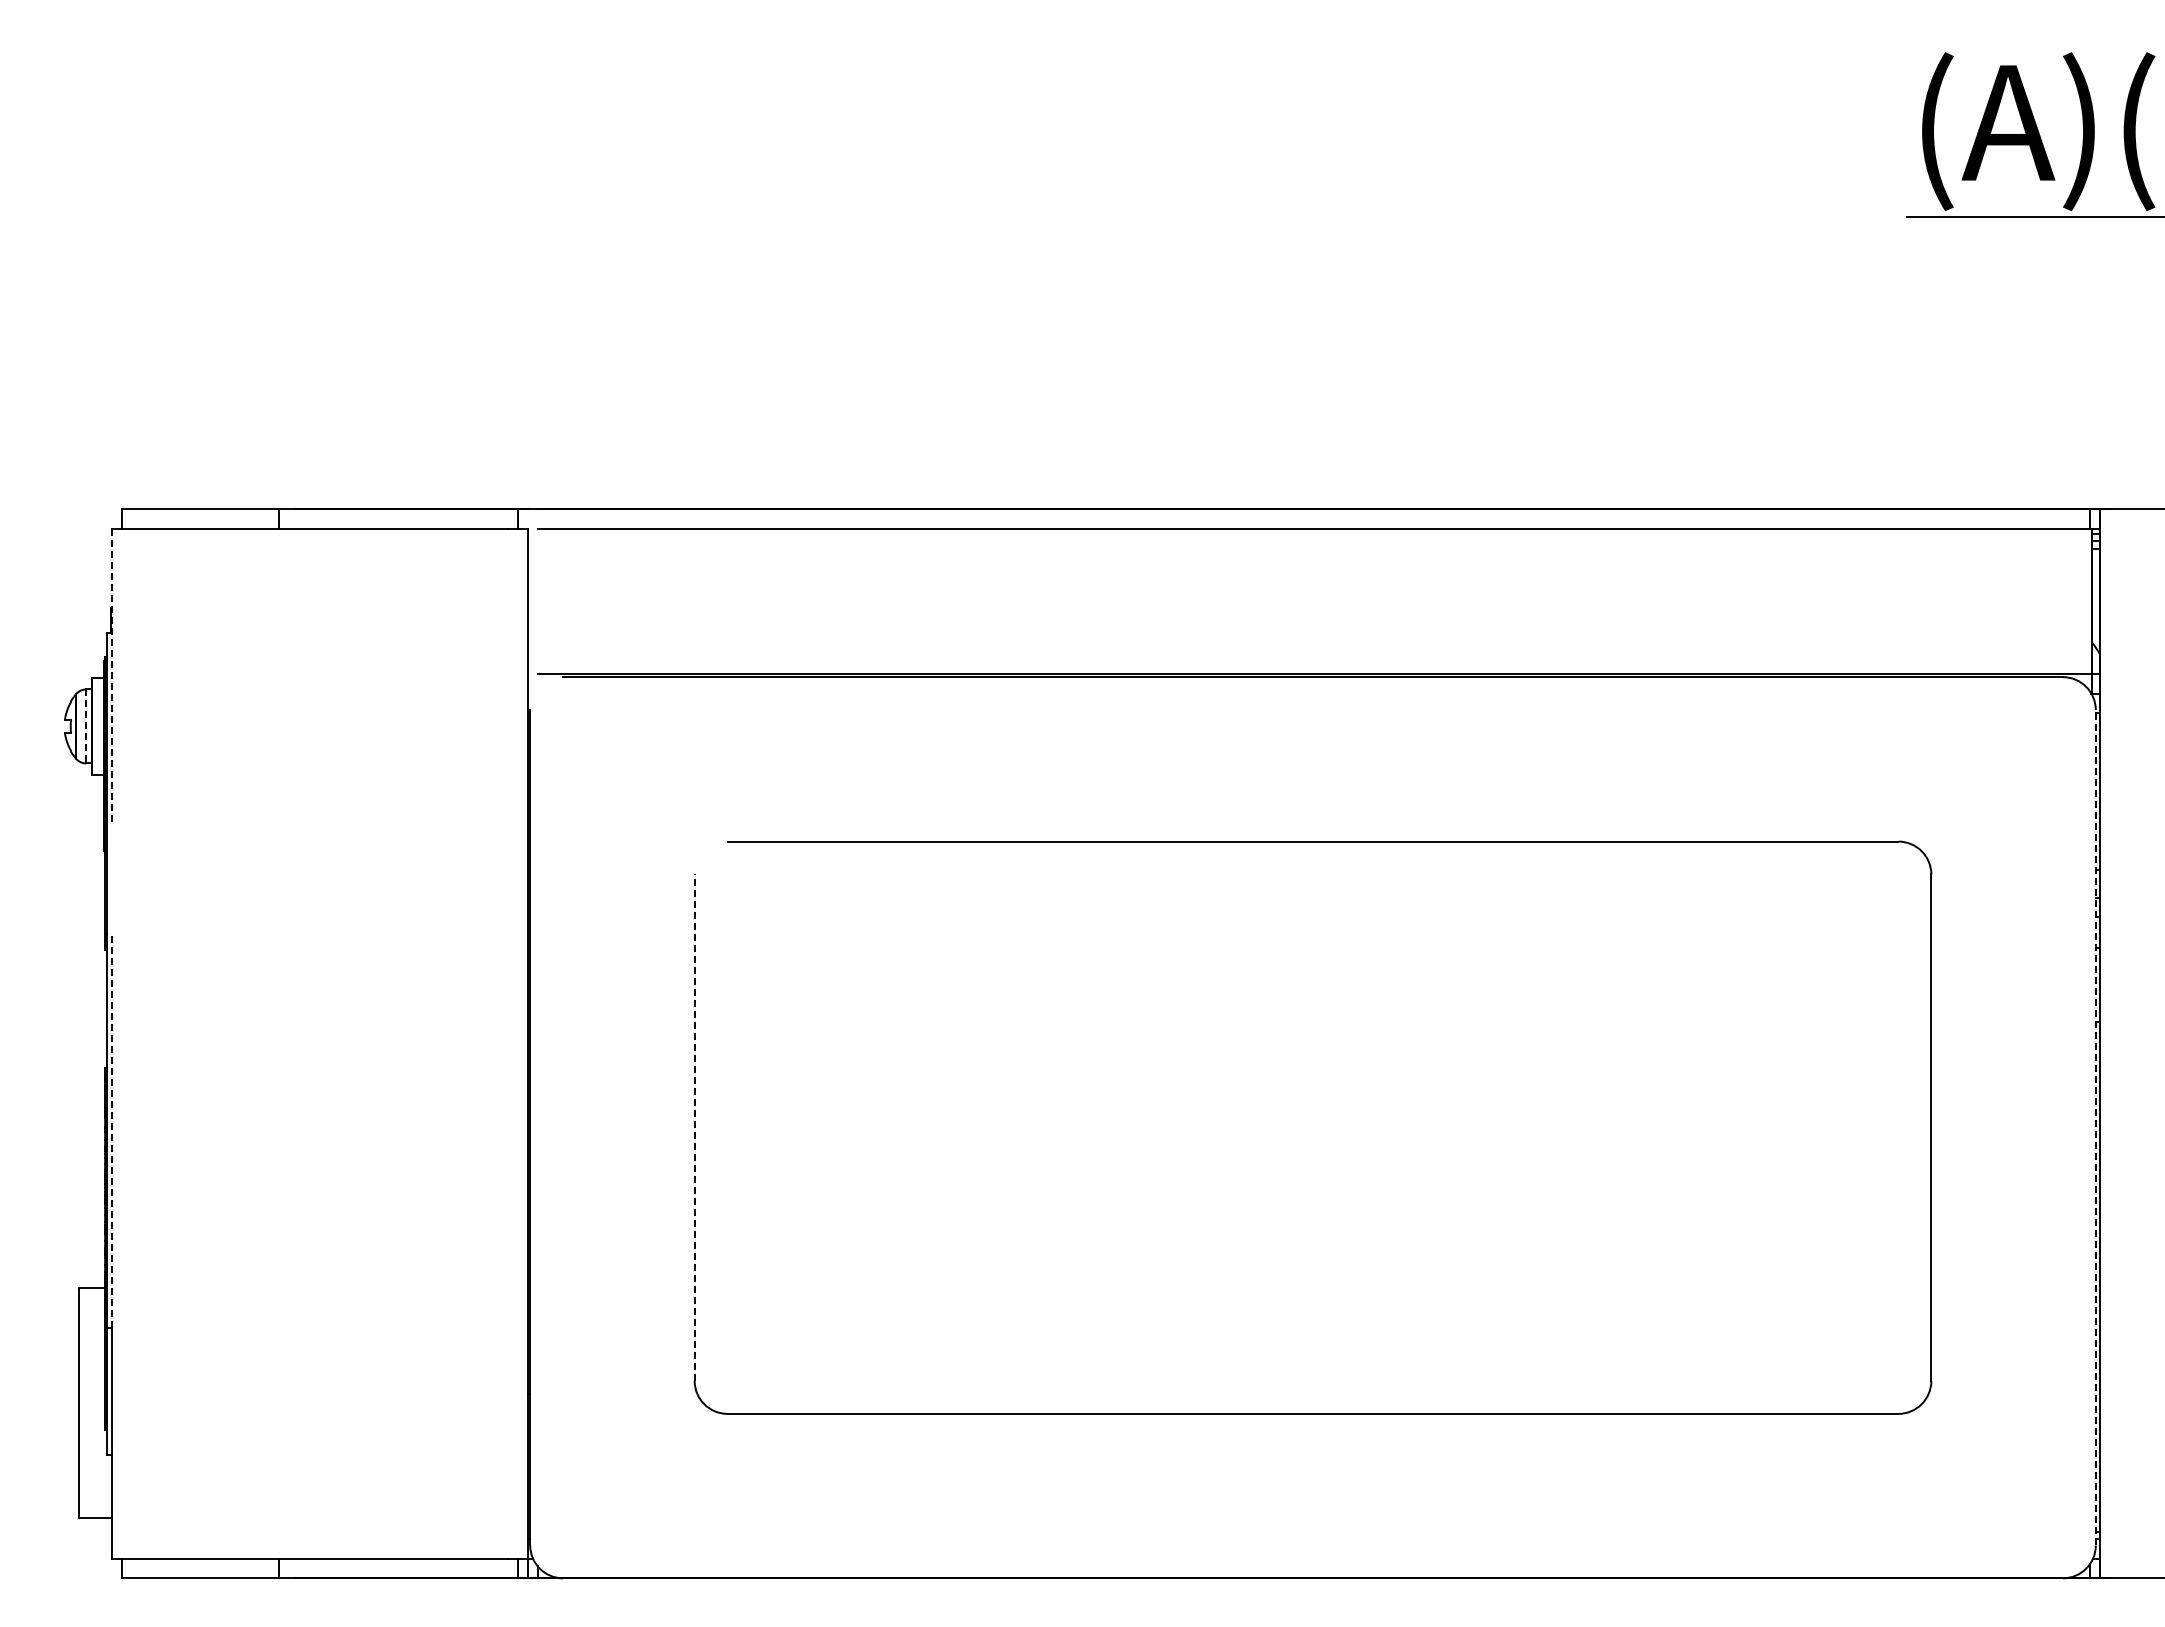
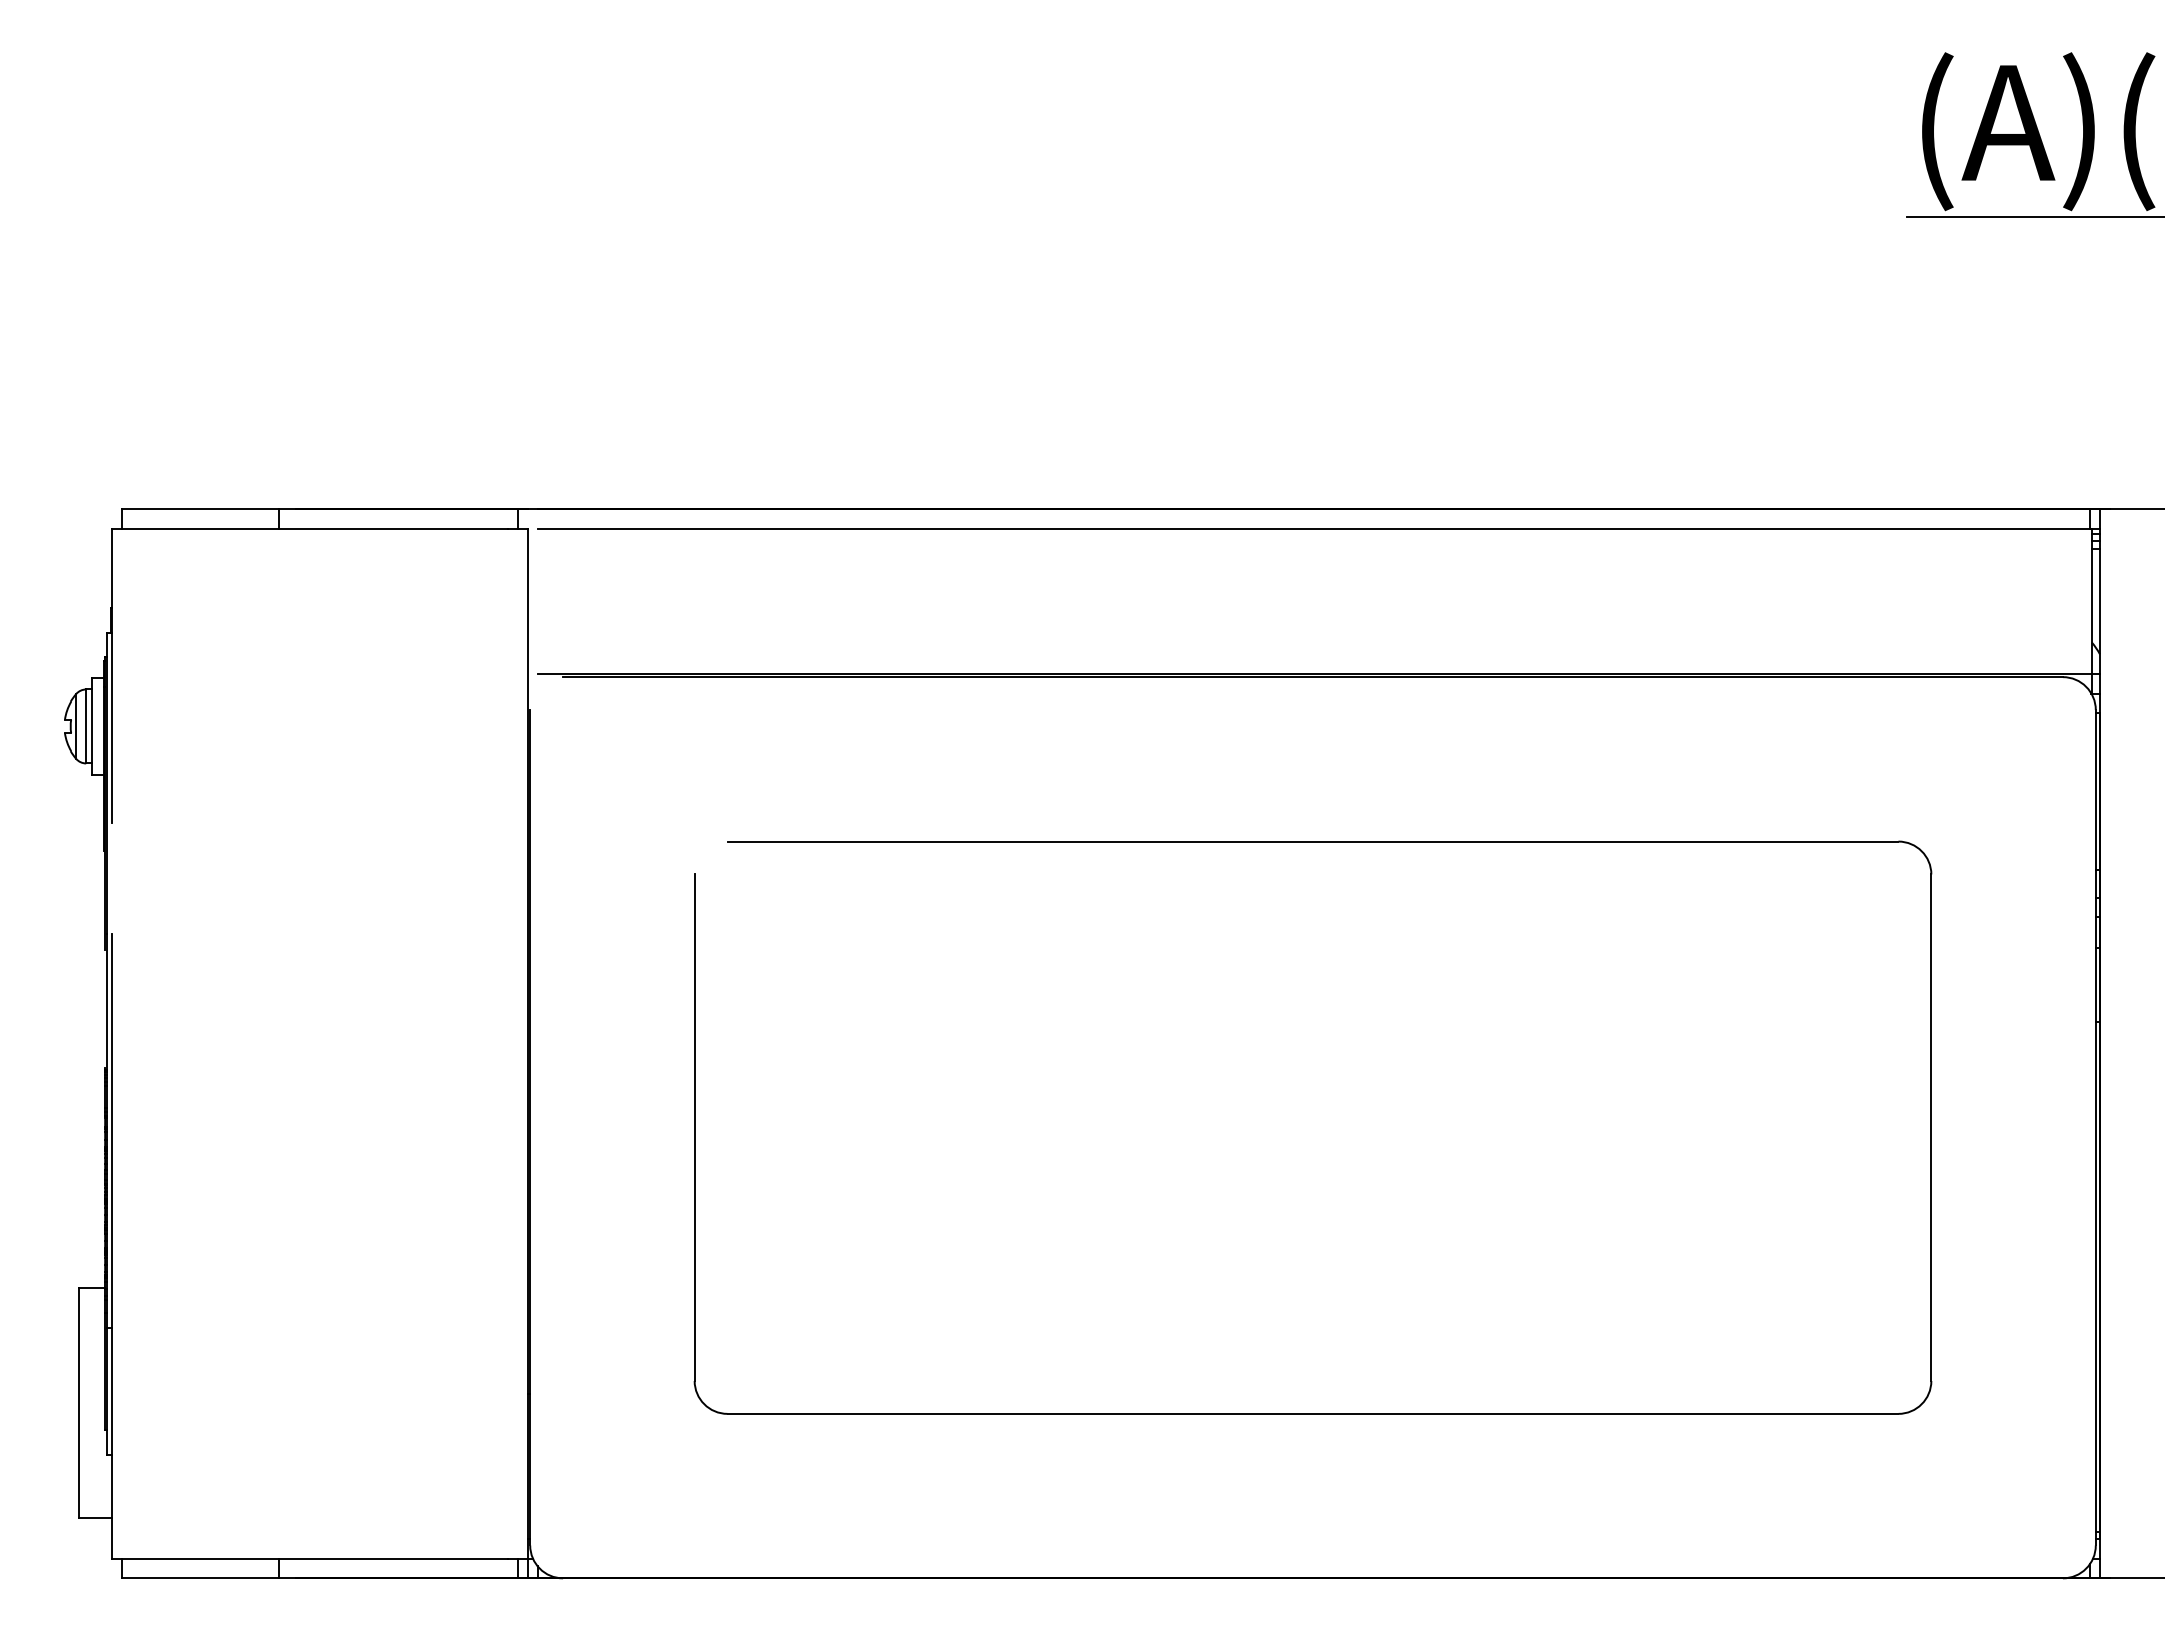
line at (111, 676): dashed -> solid
line at (86, 726): dashed -> solid
line at (694, 1127): dashed -> solid
line at (2095, 1127): dashed -> solid
line at (111, 1130): dashed -> solid
